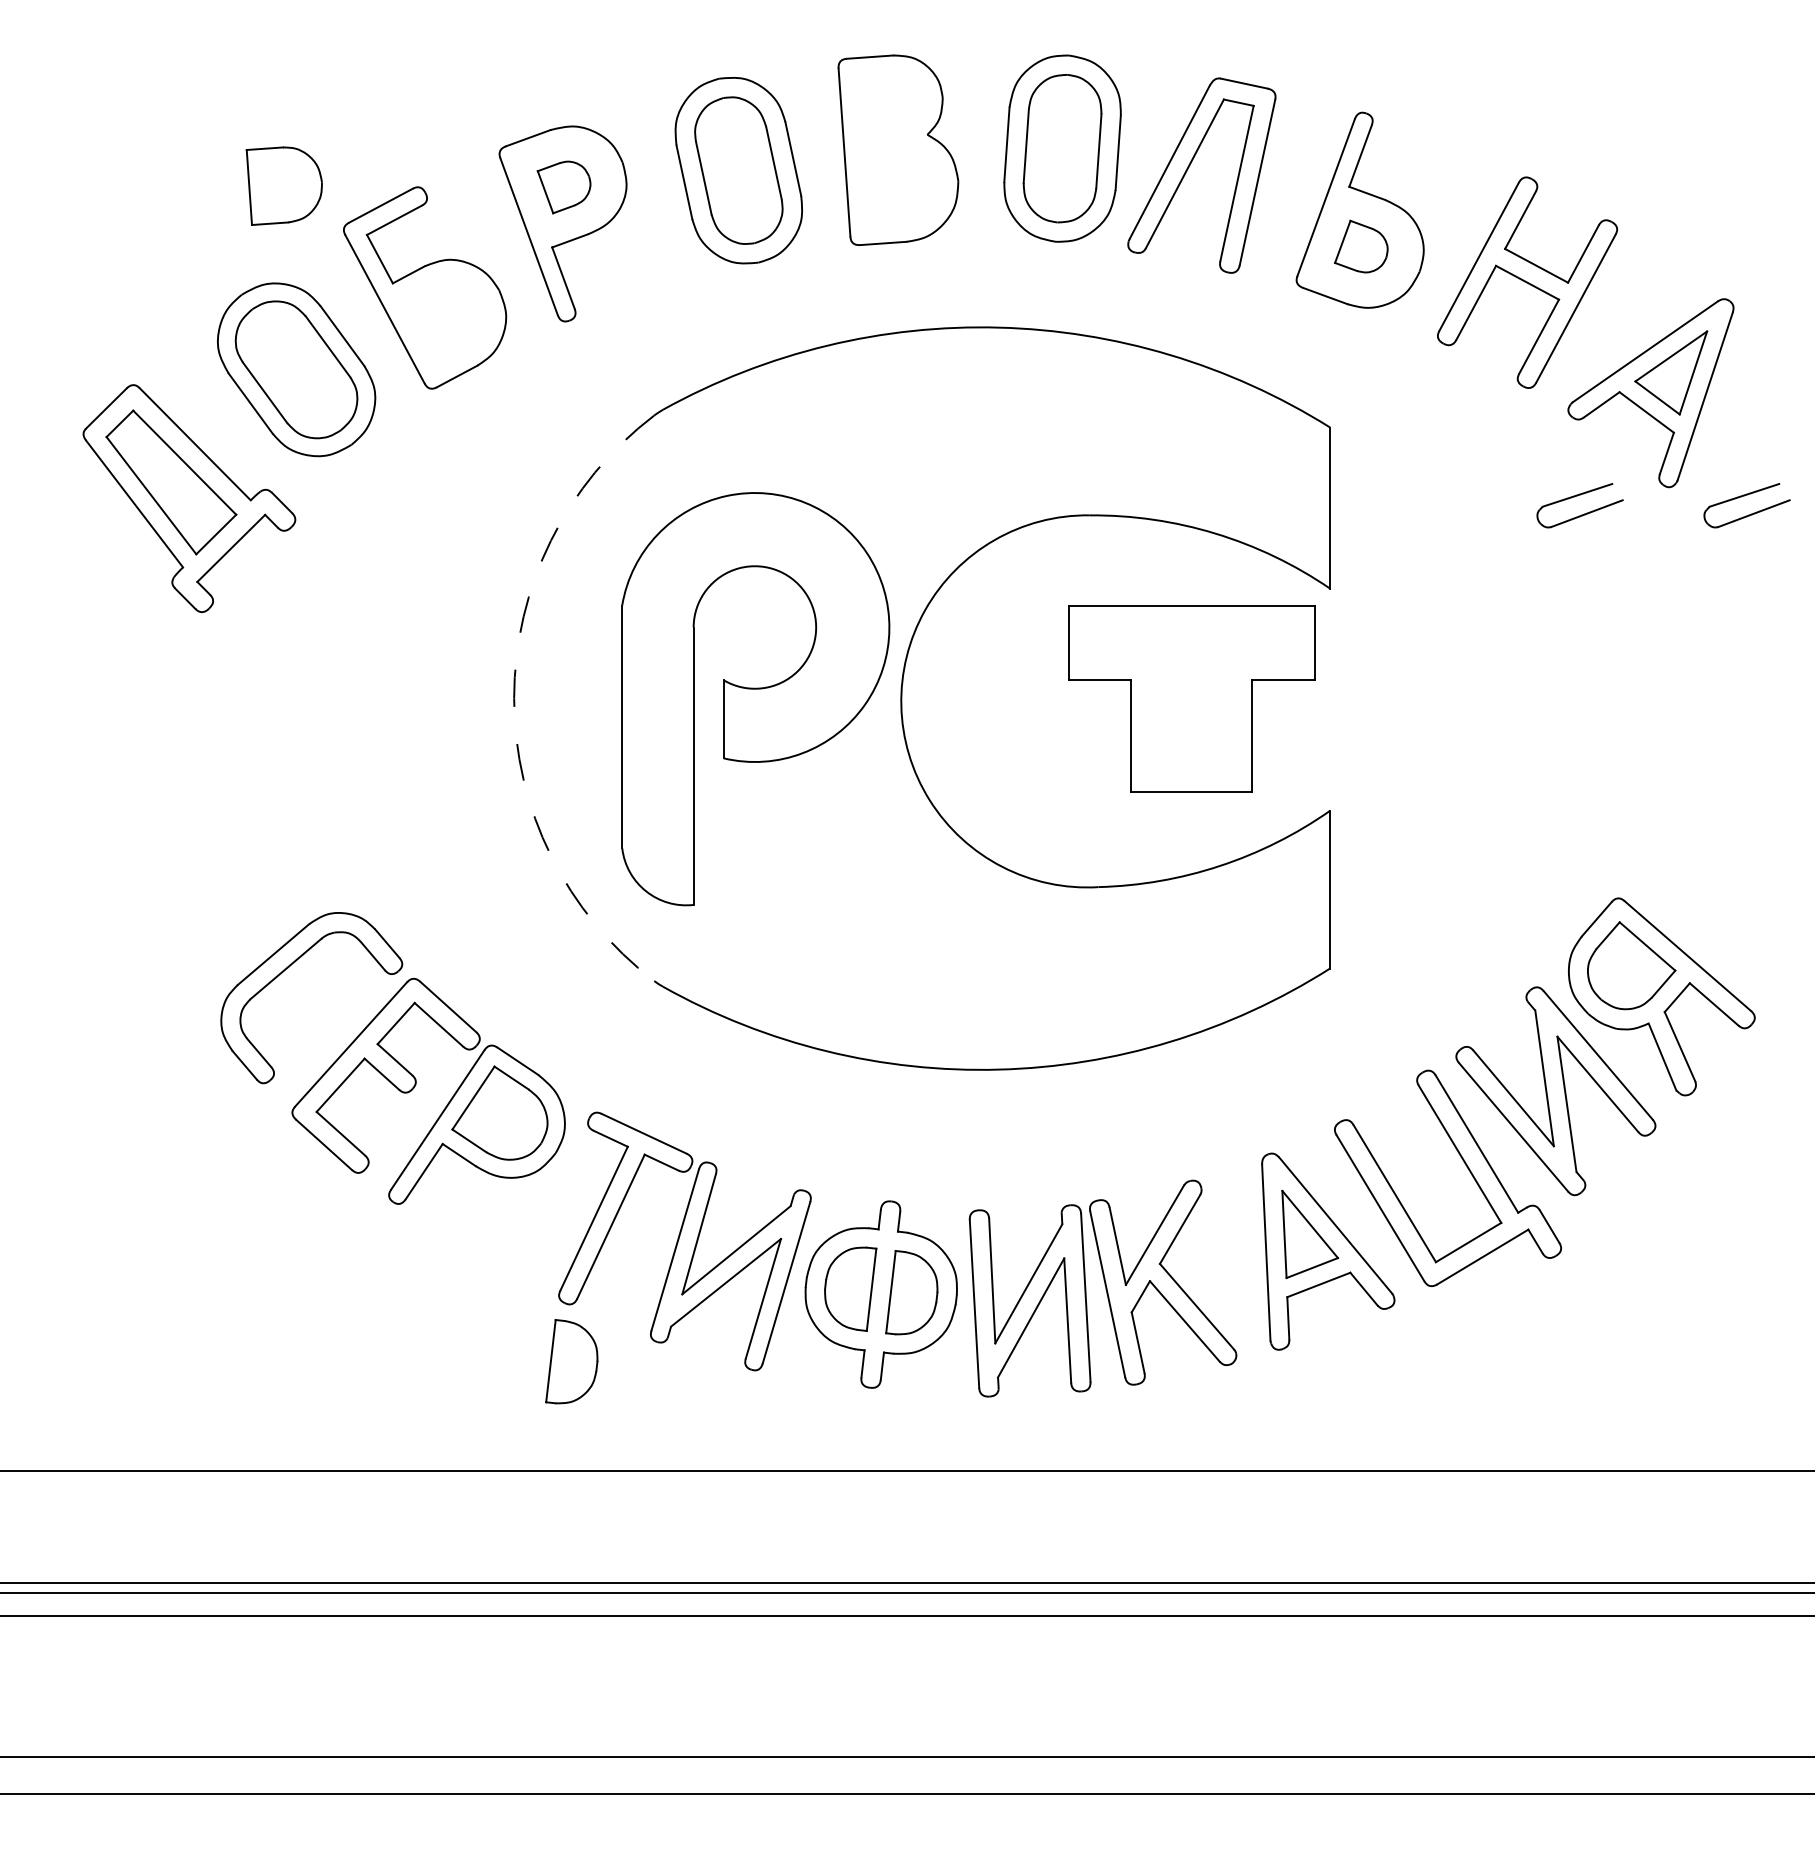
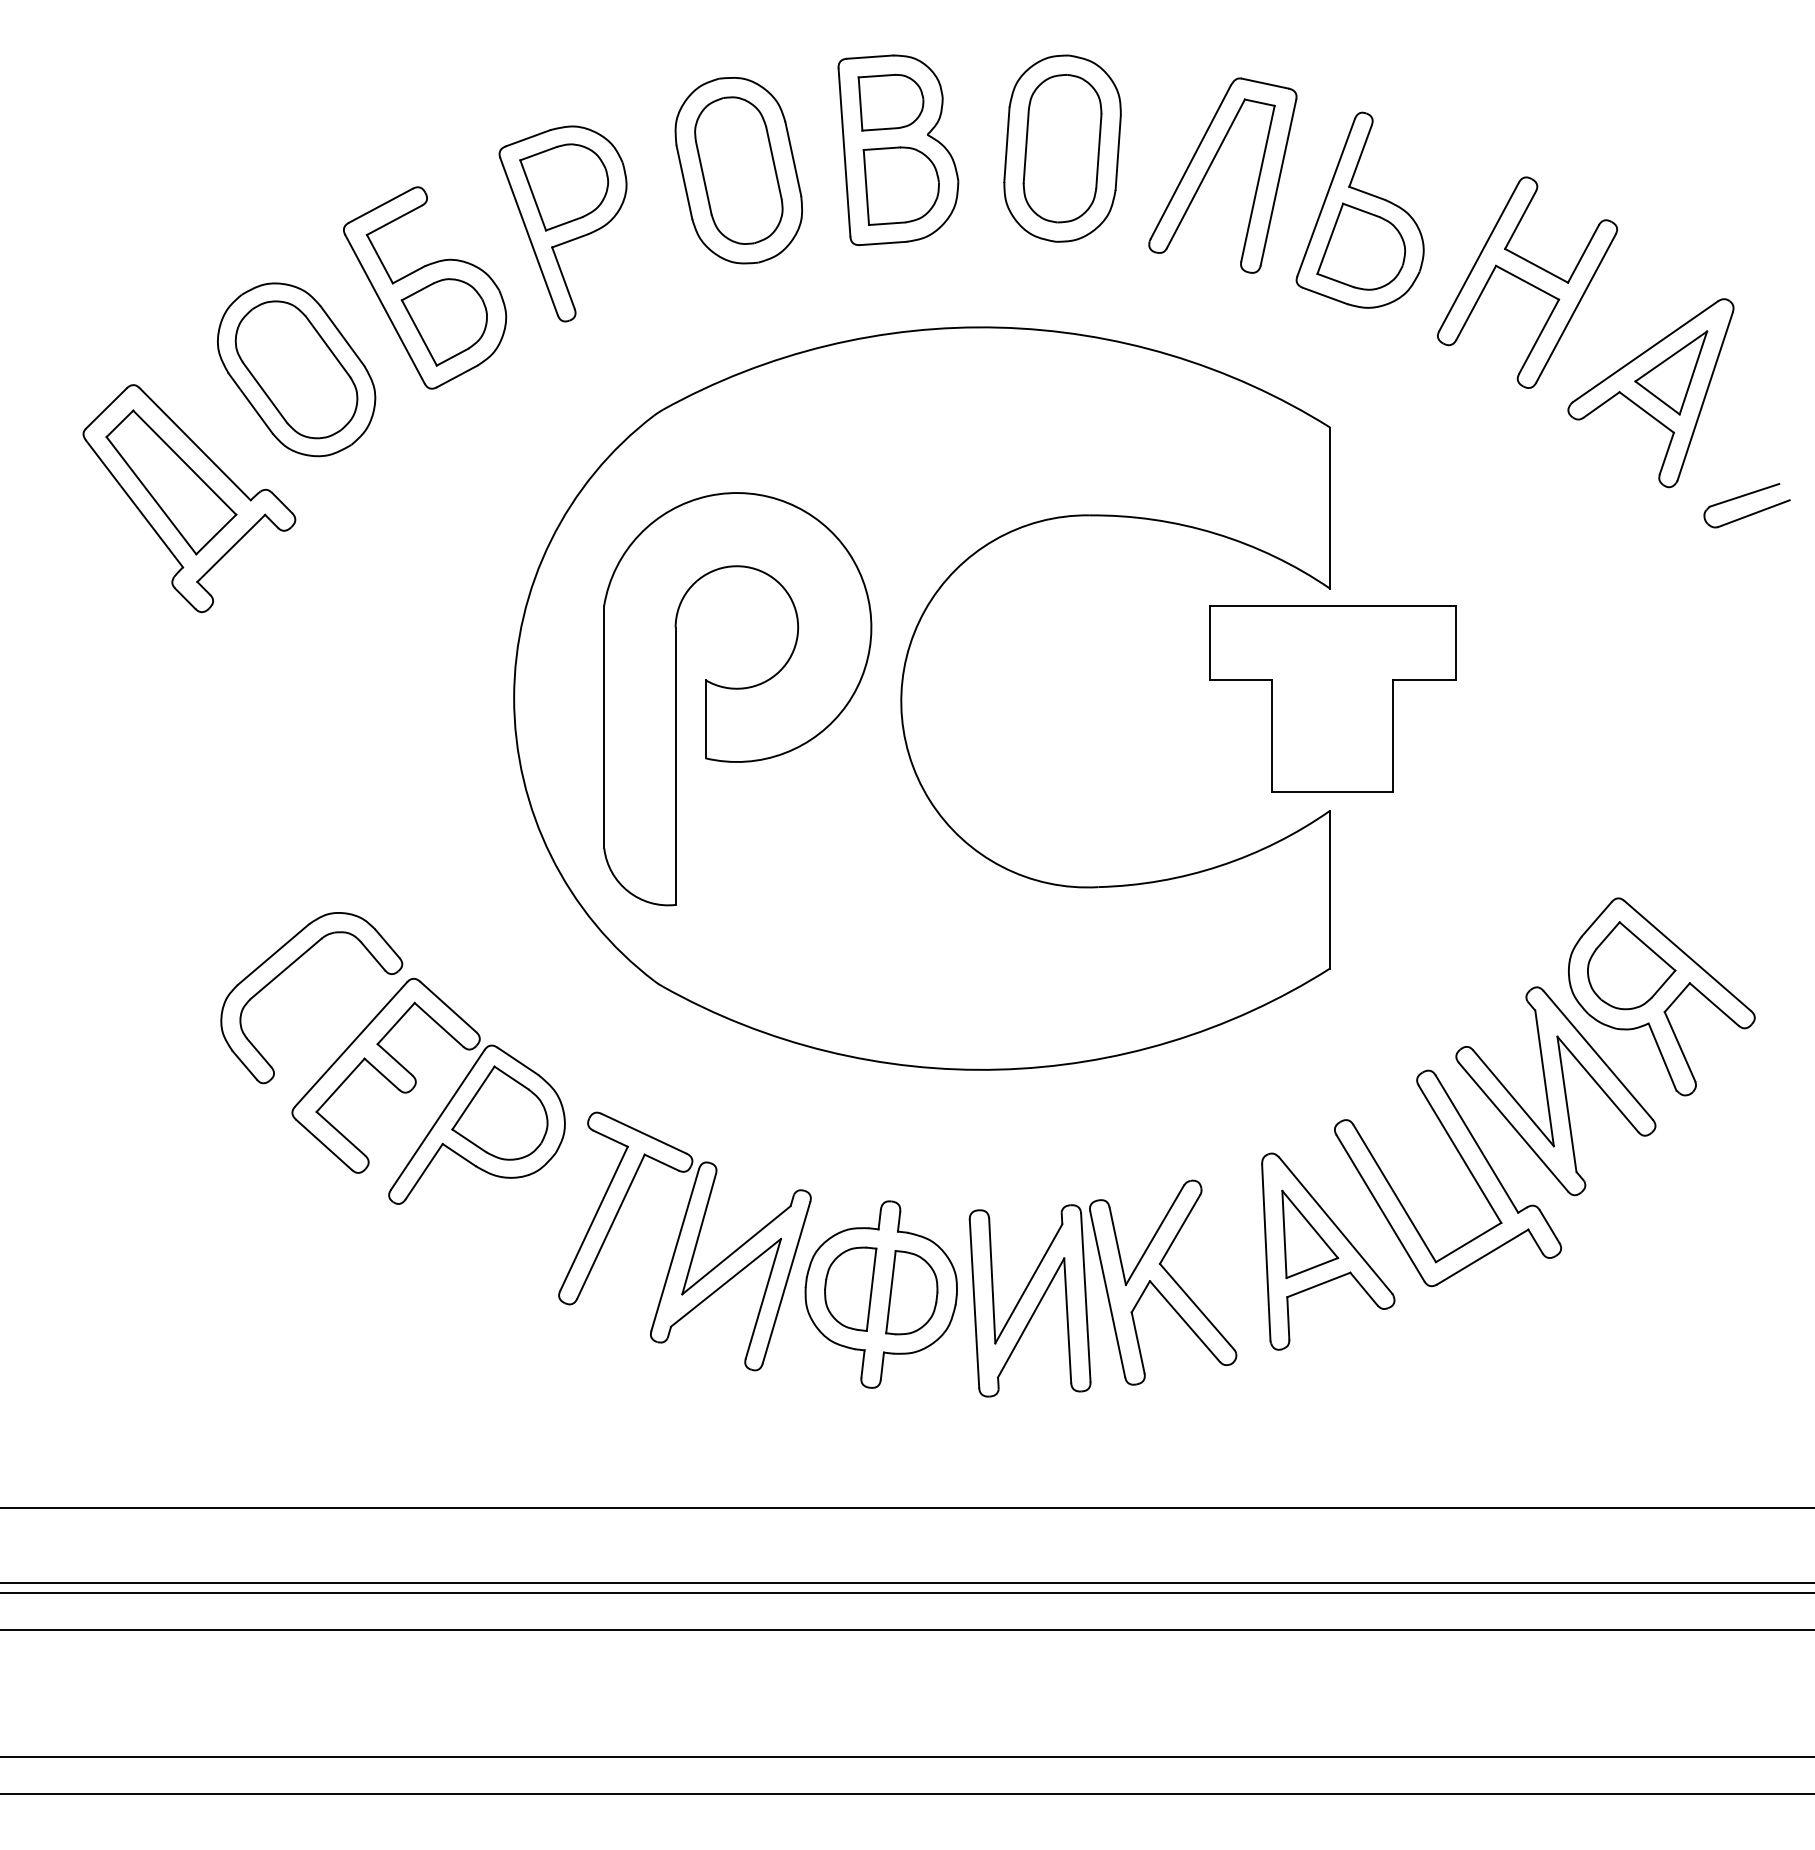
part at (890, 102): none -> present
part at (1188, 169) position: (1188, 169) -> (1209, 169)
part at (283, 185) position: (283, 185) -> (900, 185)
part at (563, 187) size: 56x55 px -> 90x89 px
part at (1361, 246) size: 55x55 px -> 91x89 px
part at (443, 322): none -> present
part at (1577, 496): present -> none
arc at (514, 698): dashed -> solid
part at (1191, 698) position: (1191, 698) -> (1332, 698)
part at (755, 699) position: (755, 699) -> (737, 699)
part at (571, 1361): present -> none
line at (906, 1471) position: (906, 1471) -> (906, 1508)
line at (906, 1616) position: (906, 1616) -> (906, 1630)
